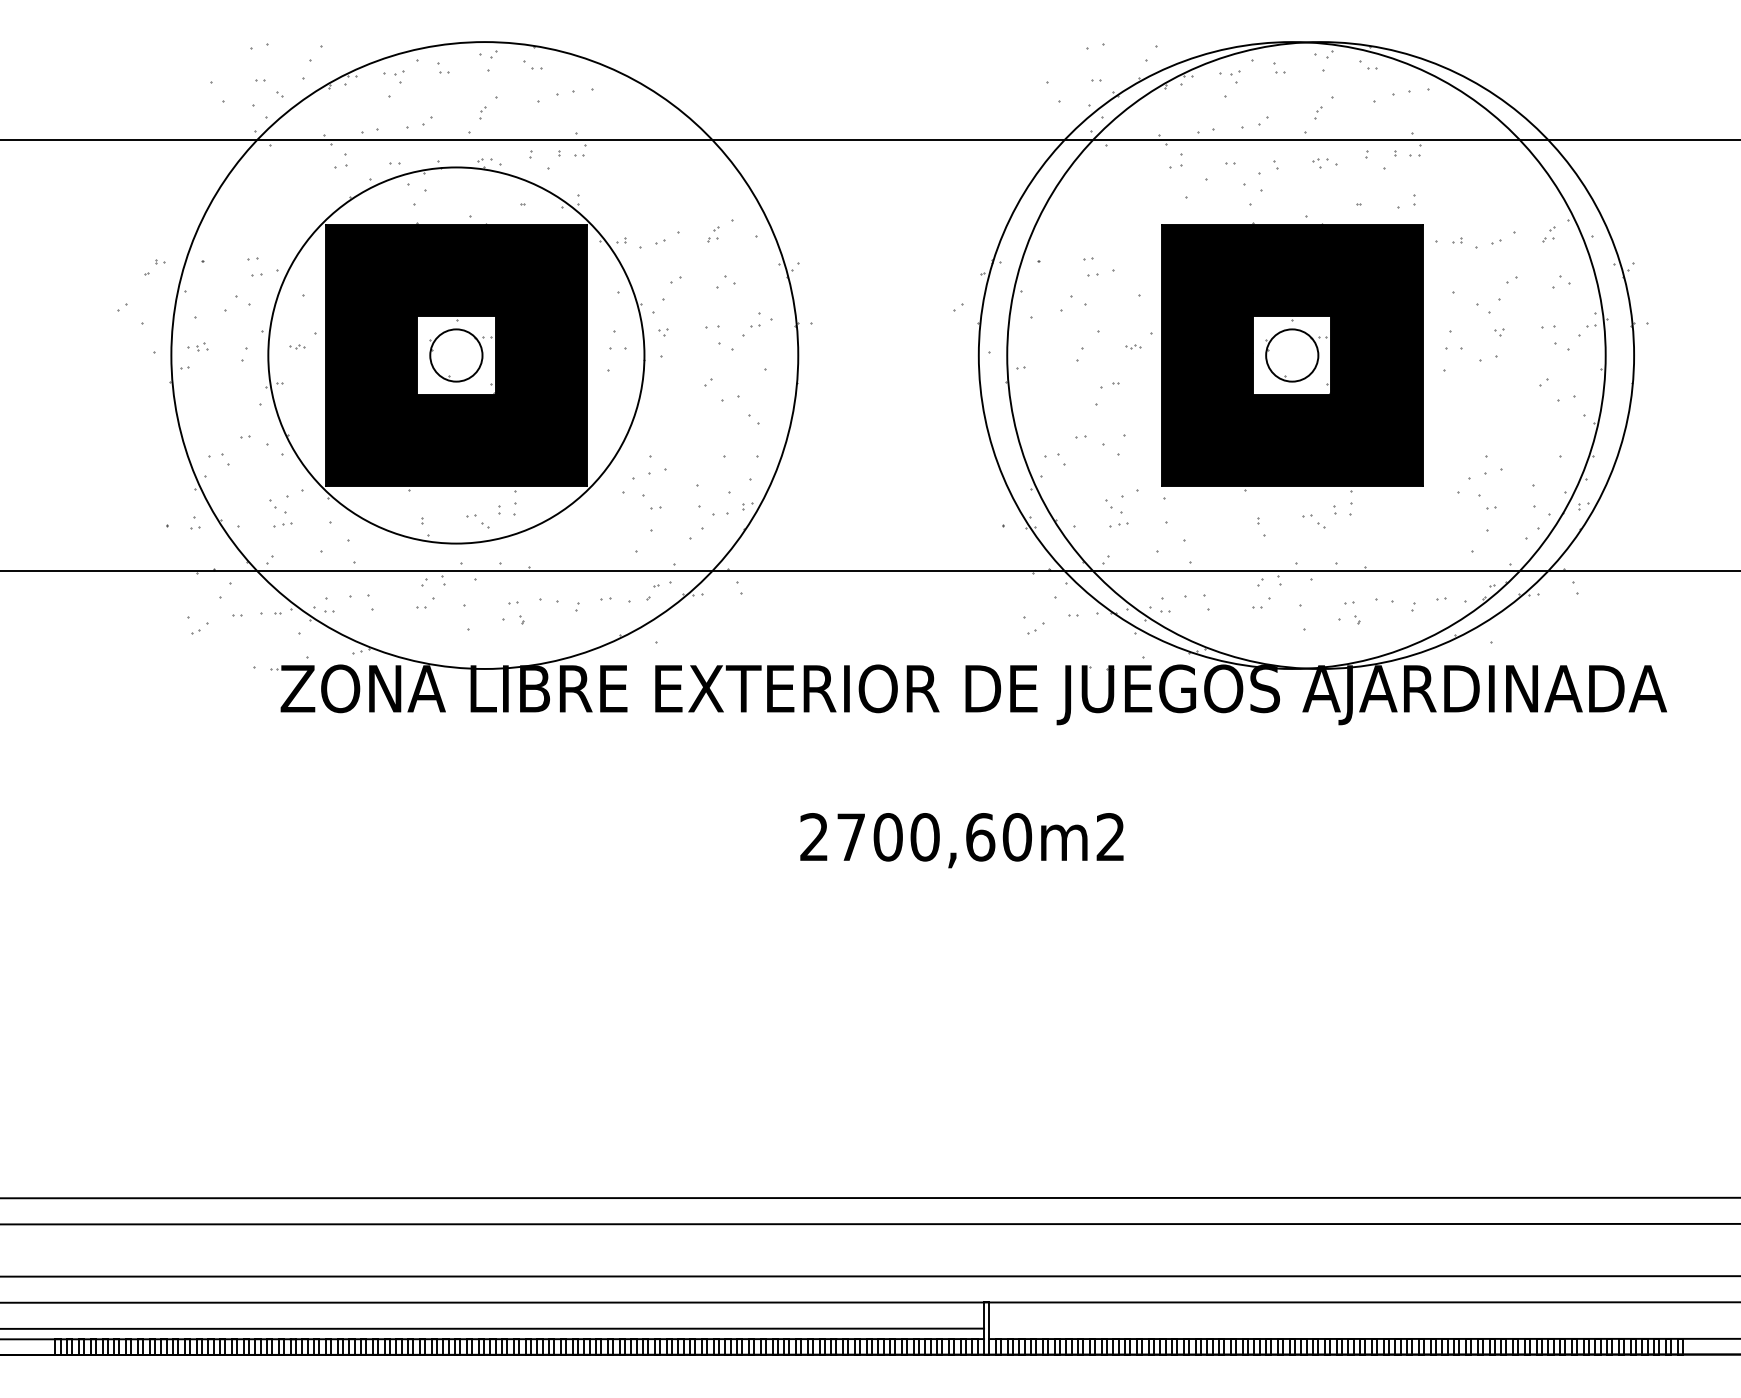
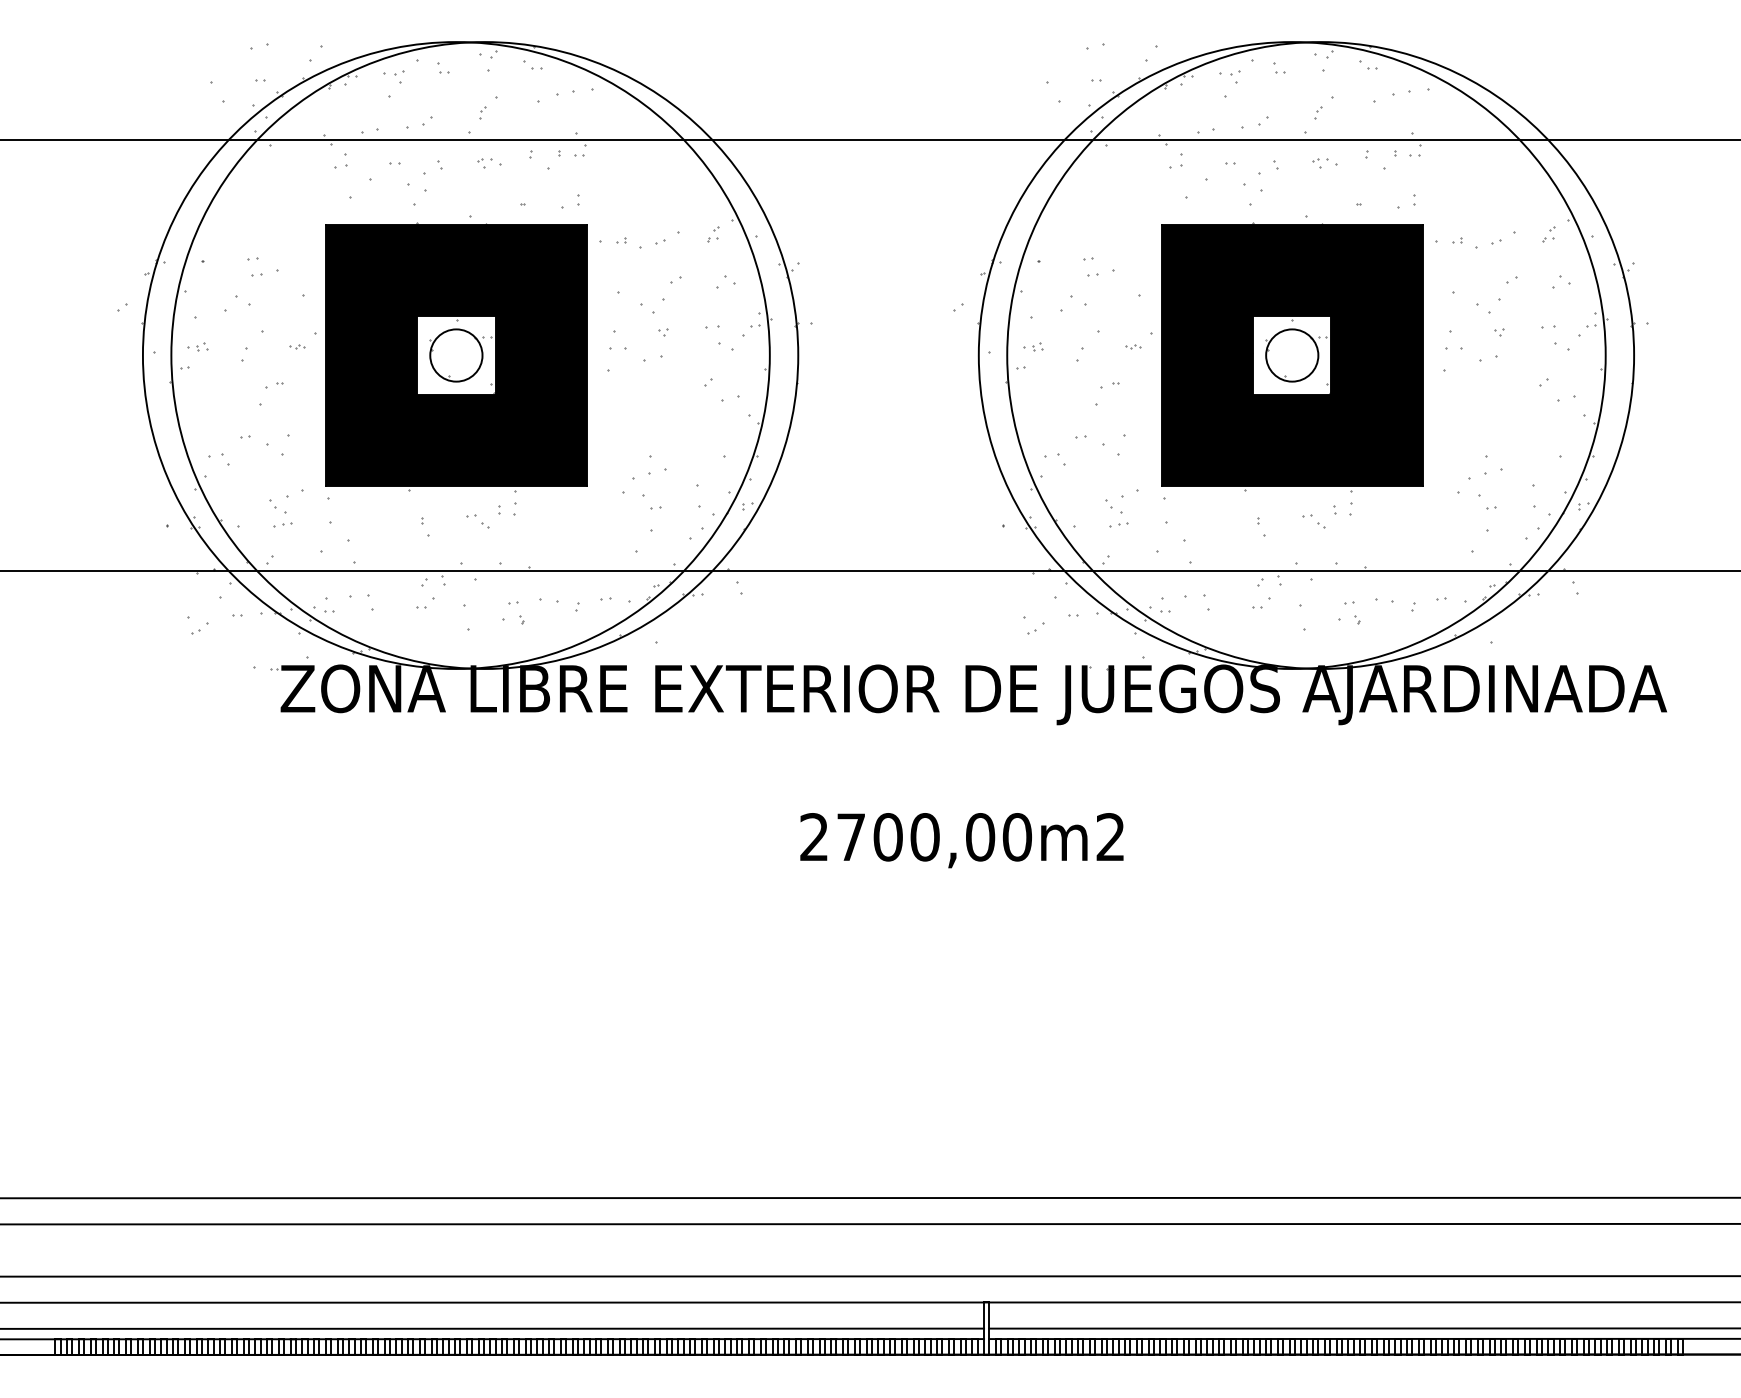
part at (1033, 346): none -> present
circle at (456, 355) diameter: 376 px -> 627 px
text at (980, 837): 2700,60m2 -> 2700,00m2
line at (1363, 1328): none -> present
